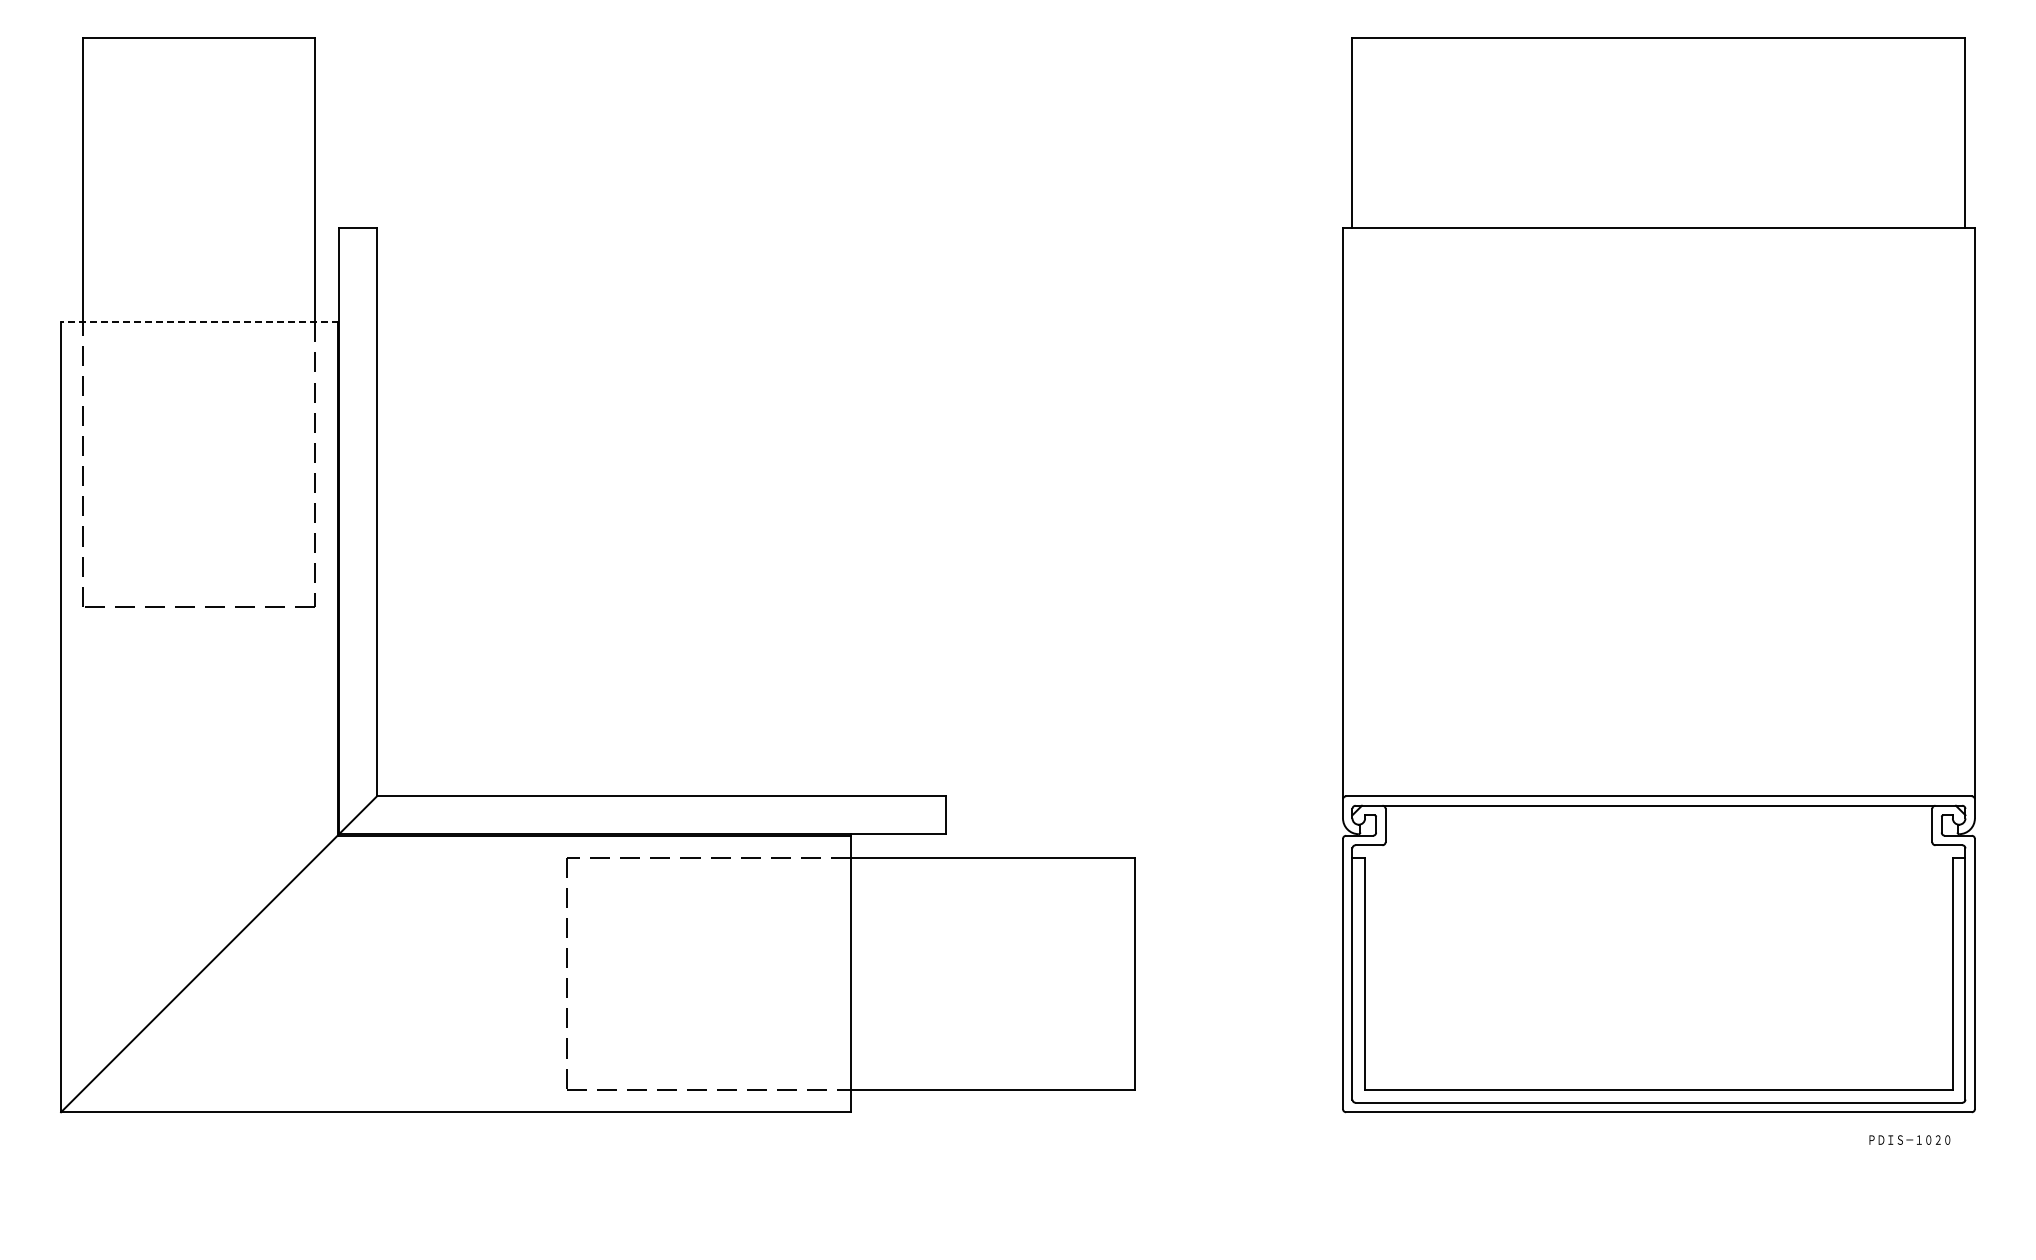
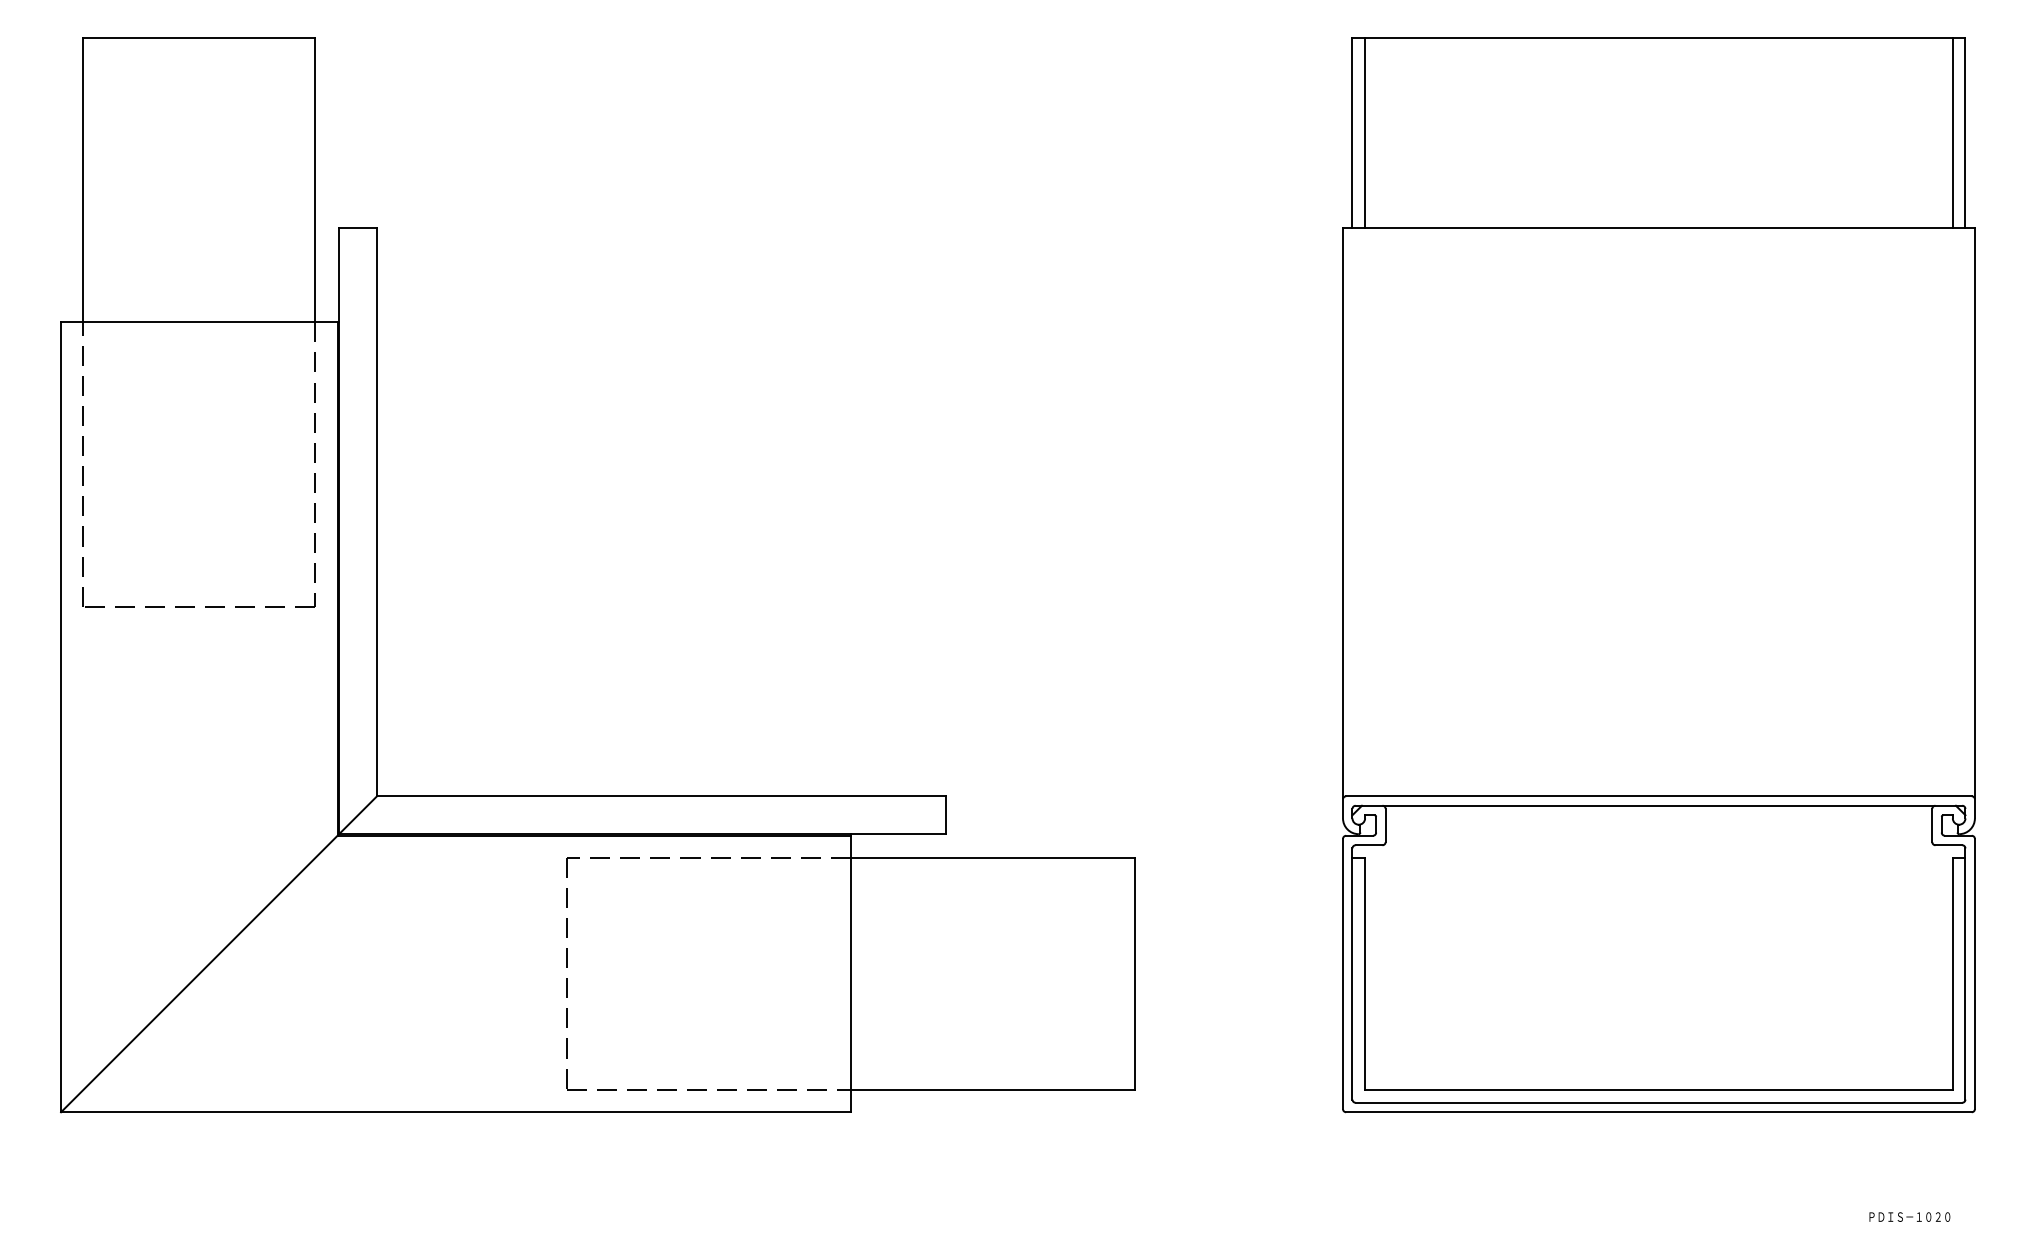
line at (1365, 132): none -> present
line at (1952, 132): none -> present
line at (199, 322): dashed -> solid
text at (1909, 1139) position: (1909, 1139) -> (1909, 1216)
